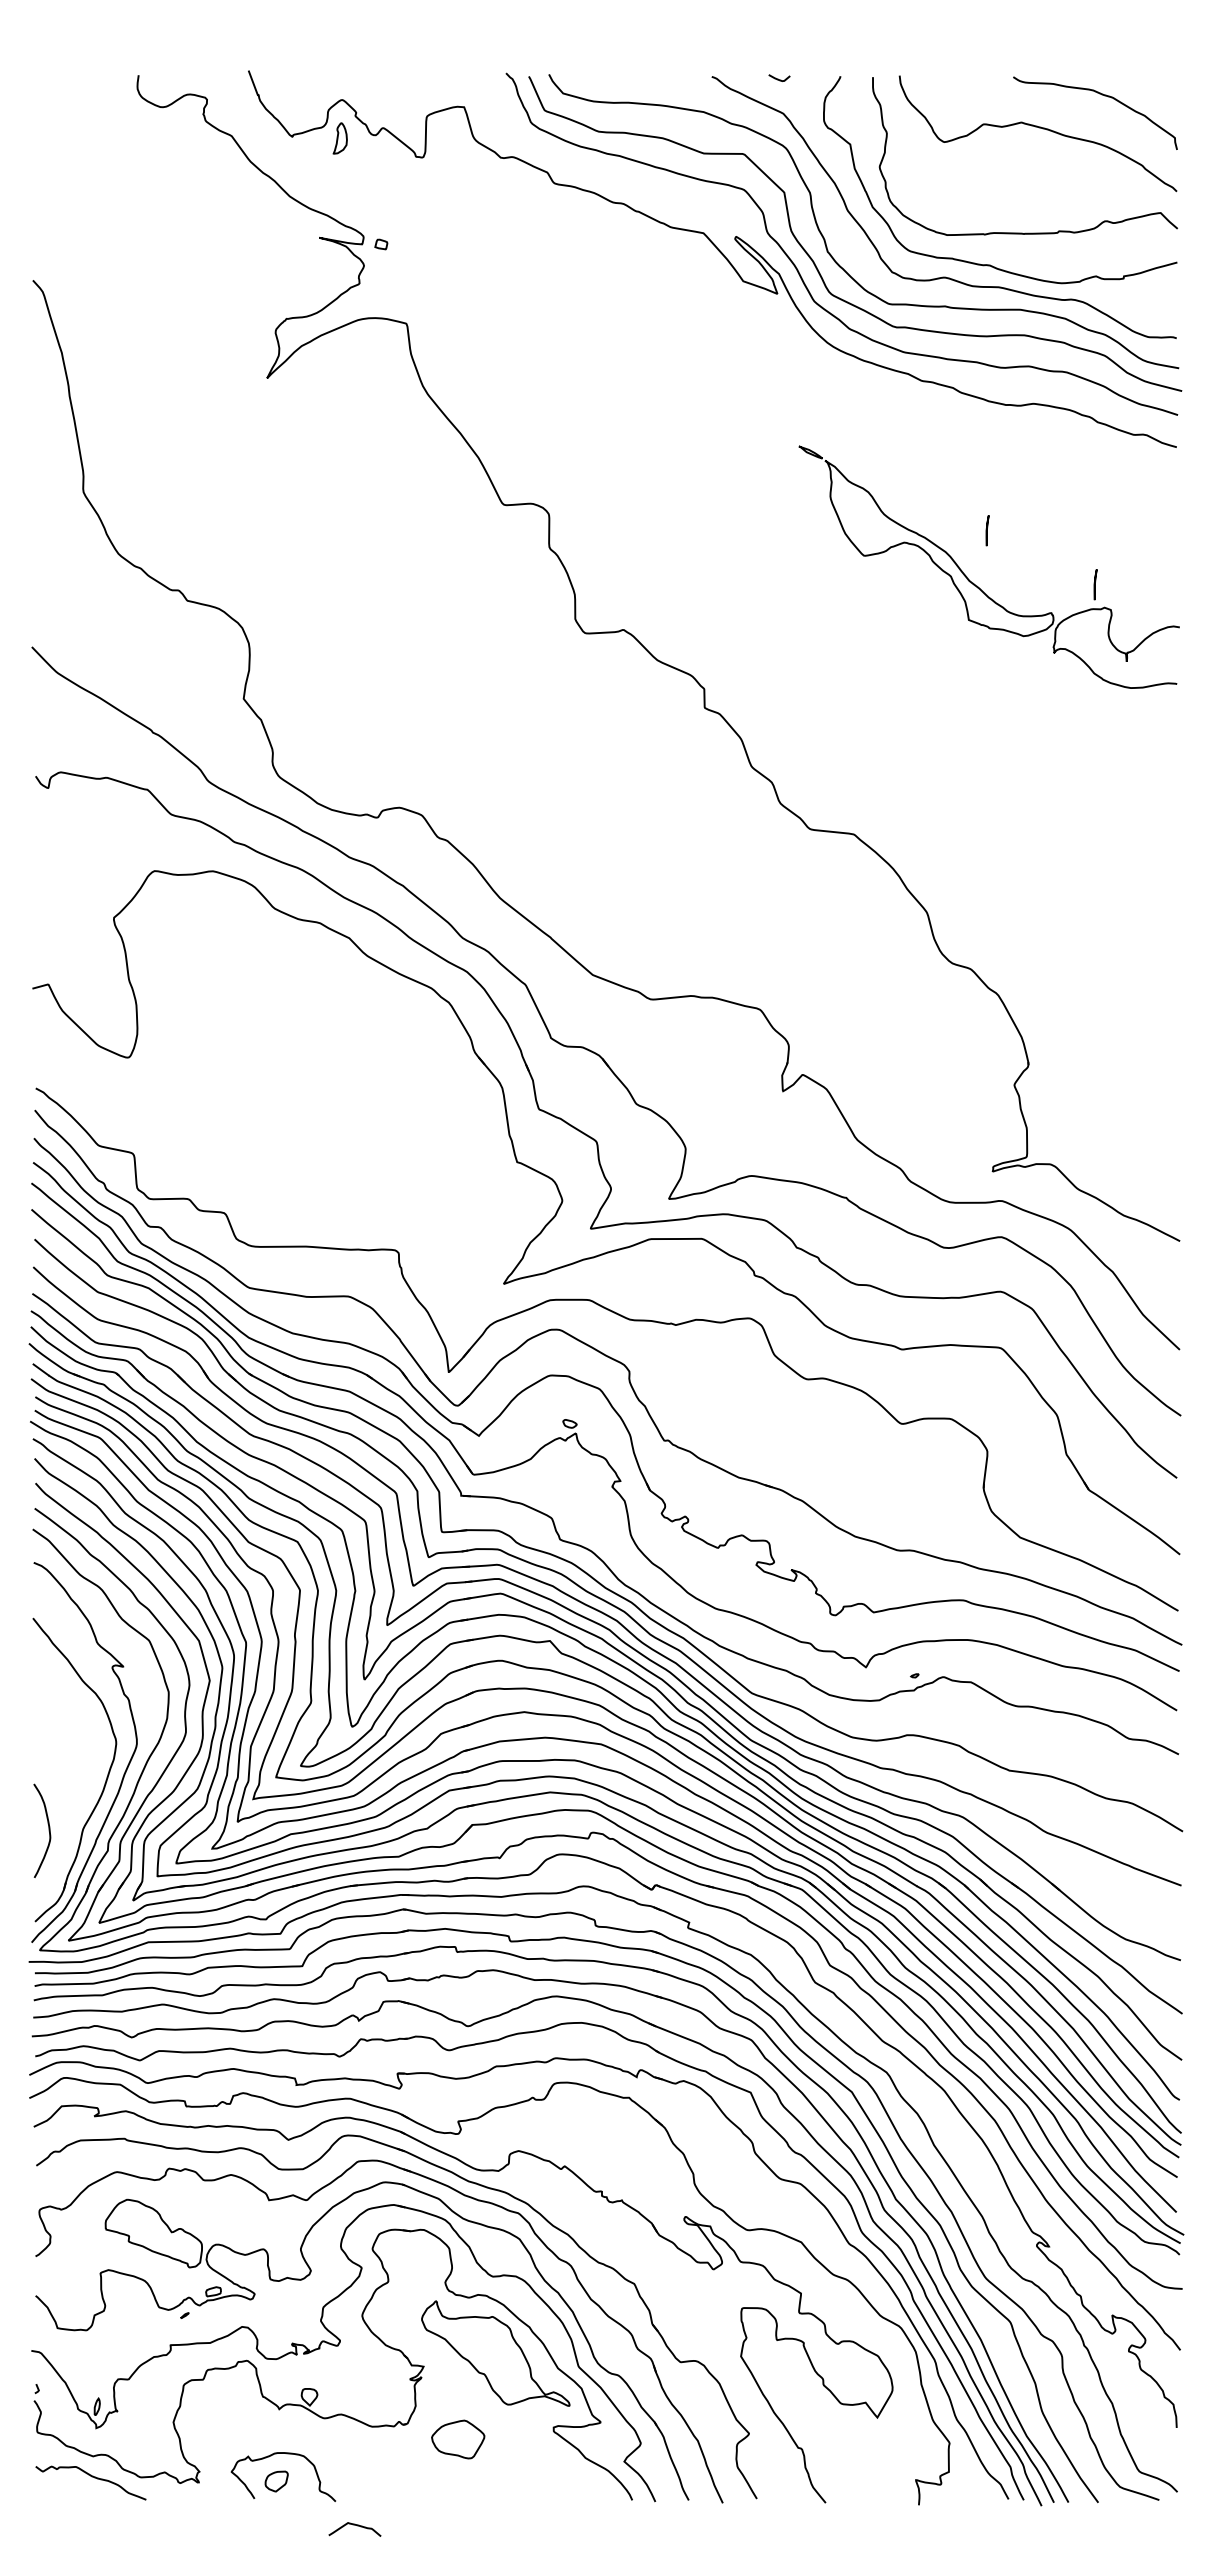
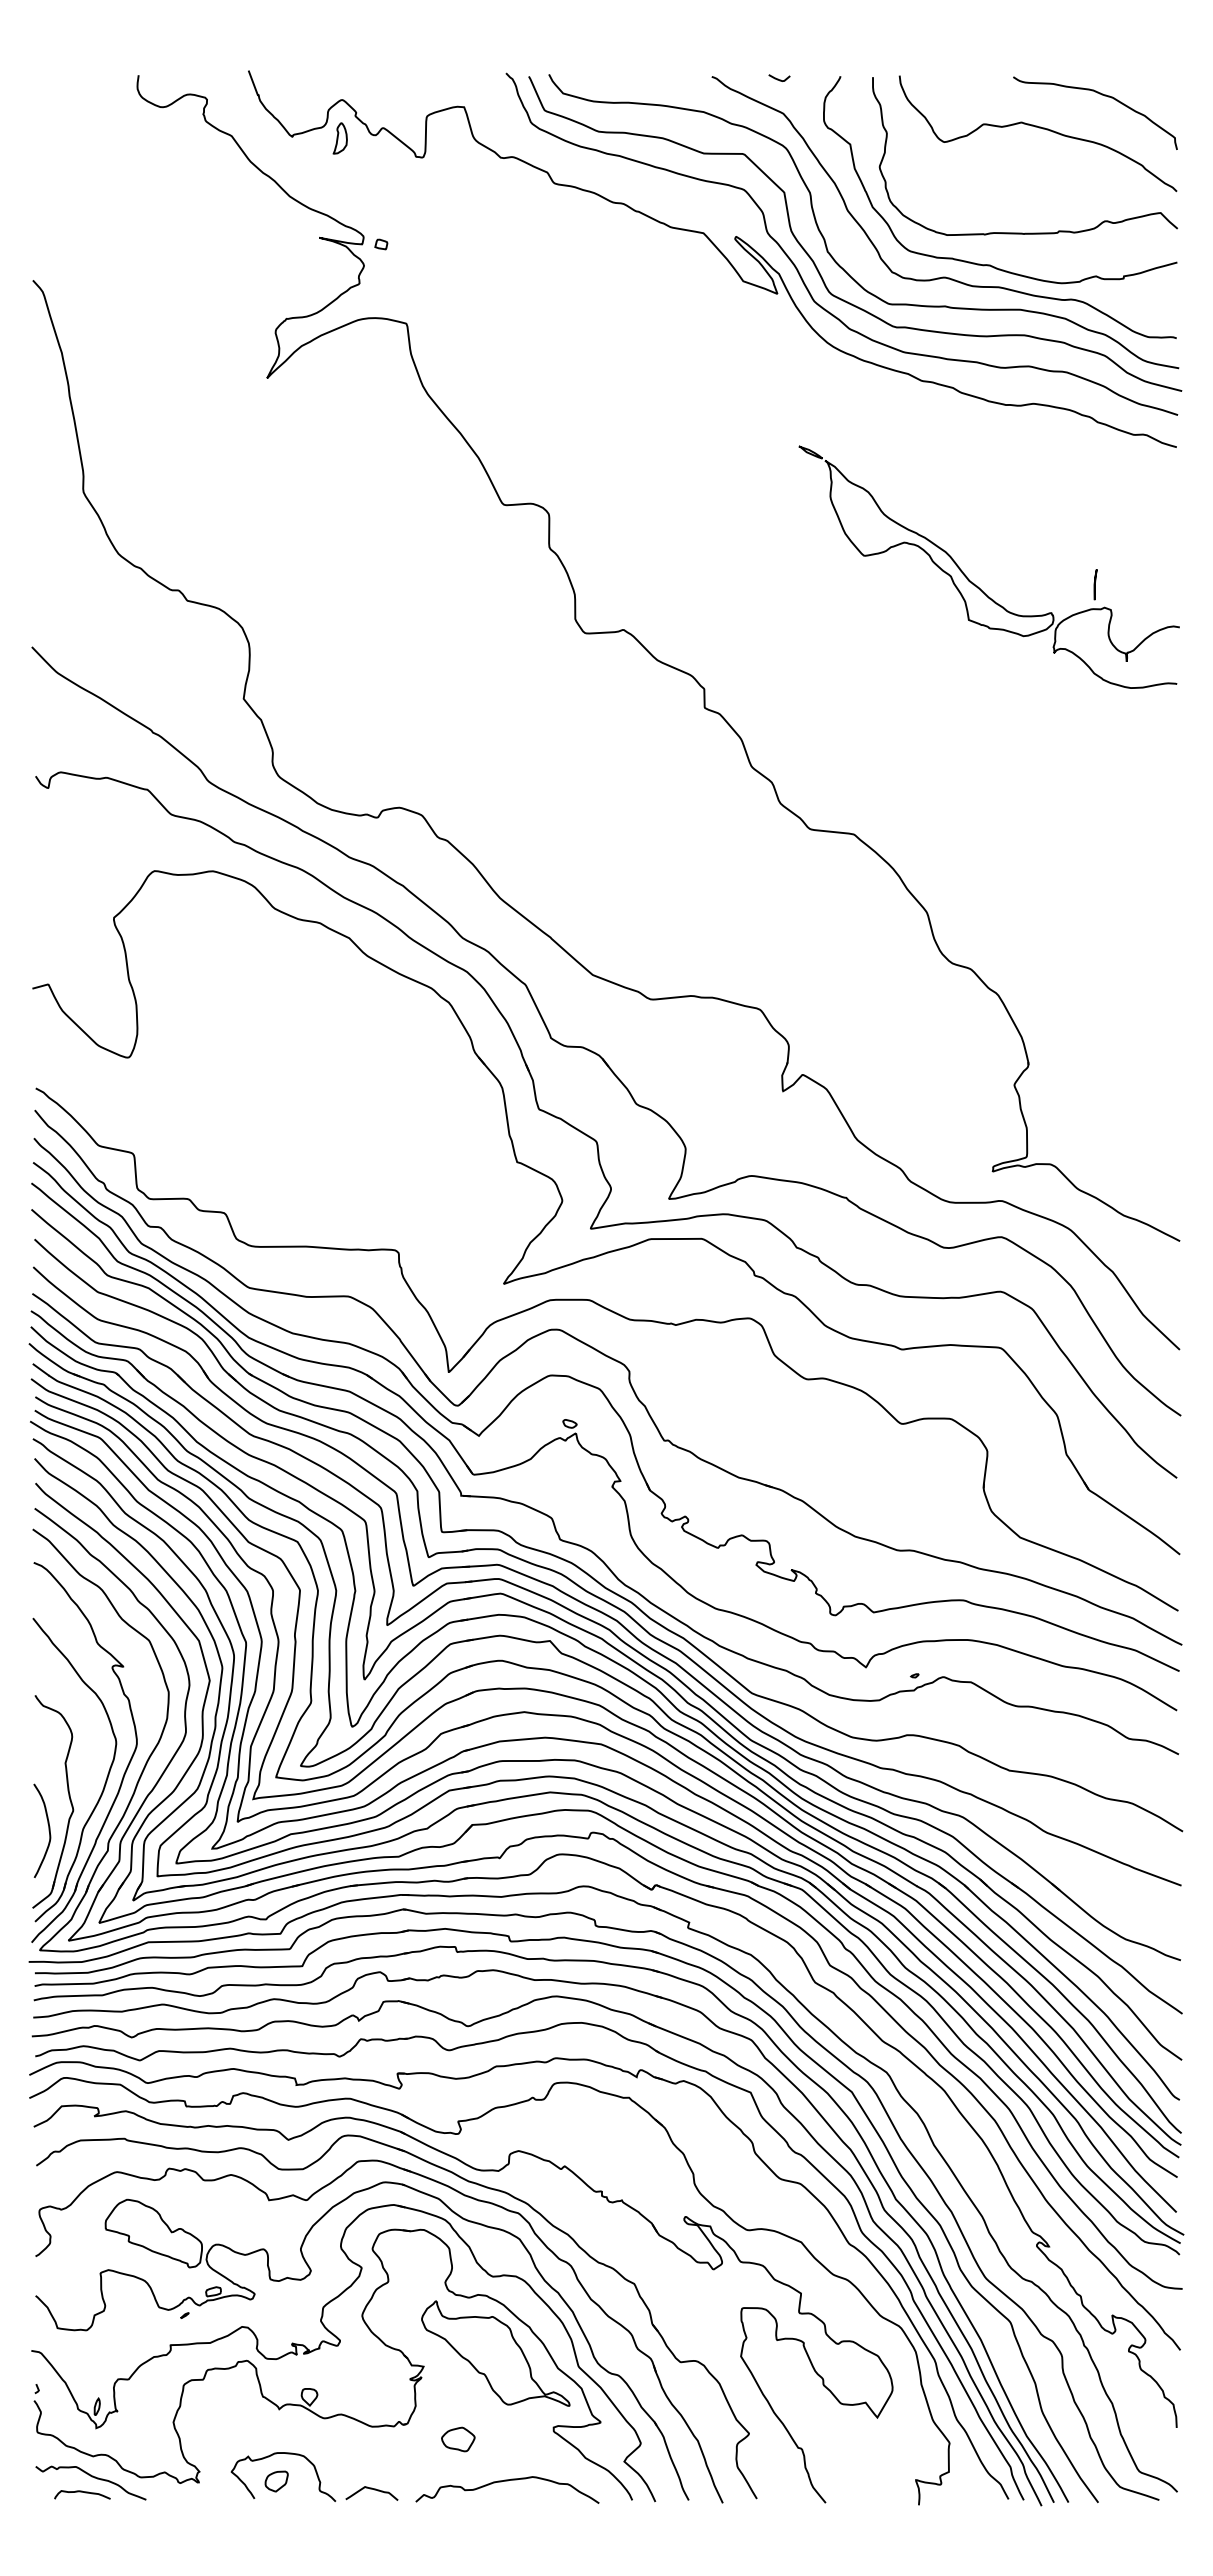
line at (987, 530): present -> none
part at (68, 1796): none -> present
part at (458, 2439) size: 55x41 px -> 35x27 px
curve at (507, 2481): none -> present
curve at (82, 2492): none -> present
curve at (354, 2525) position: (354, 2525) -> (371, 2489)
